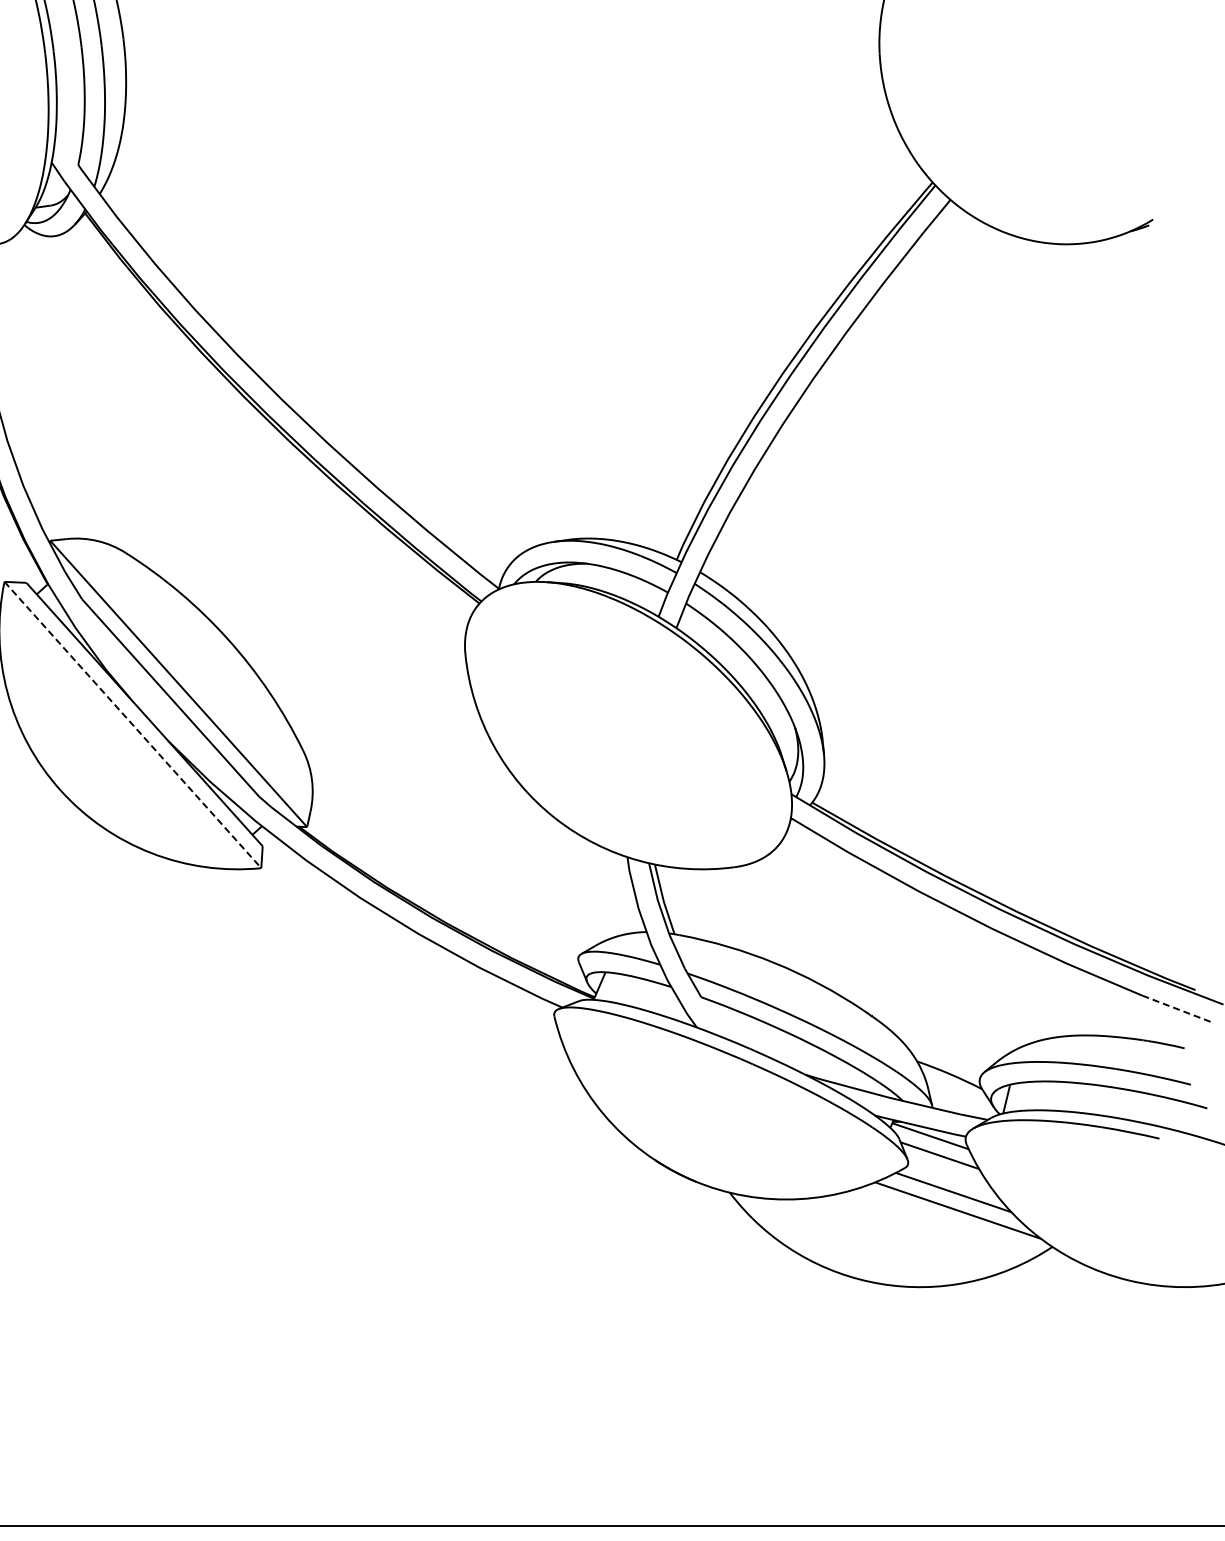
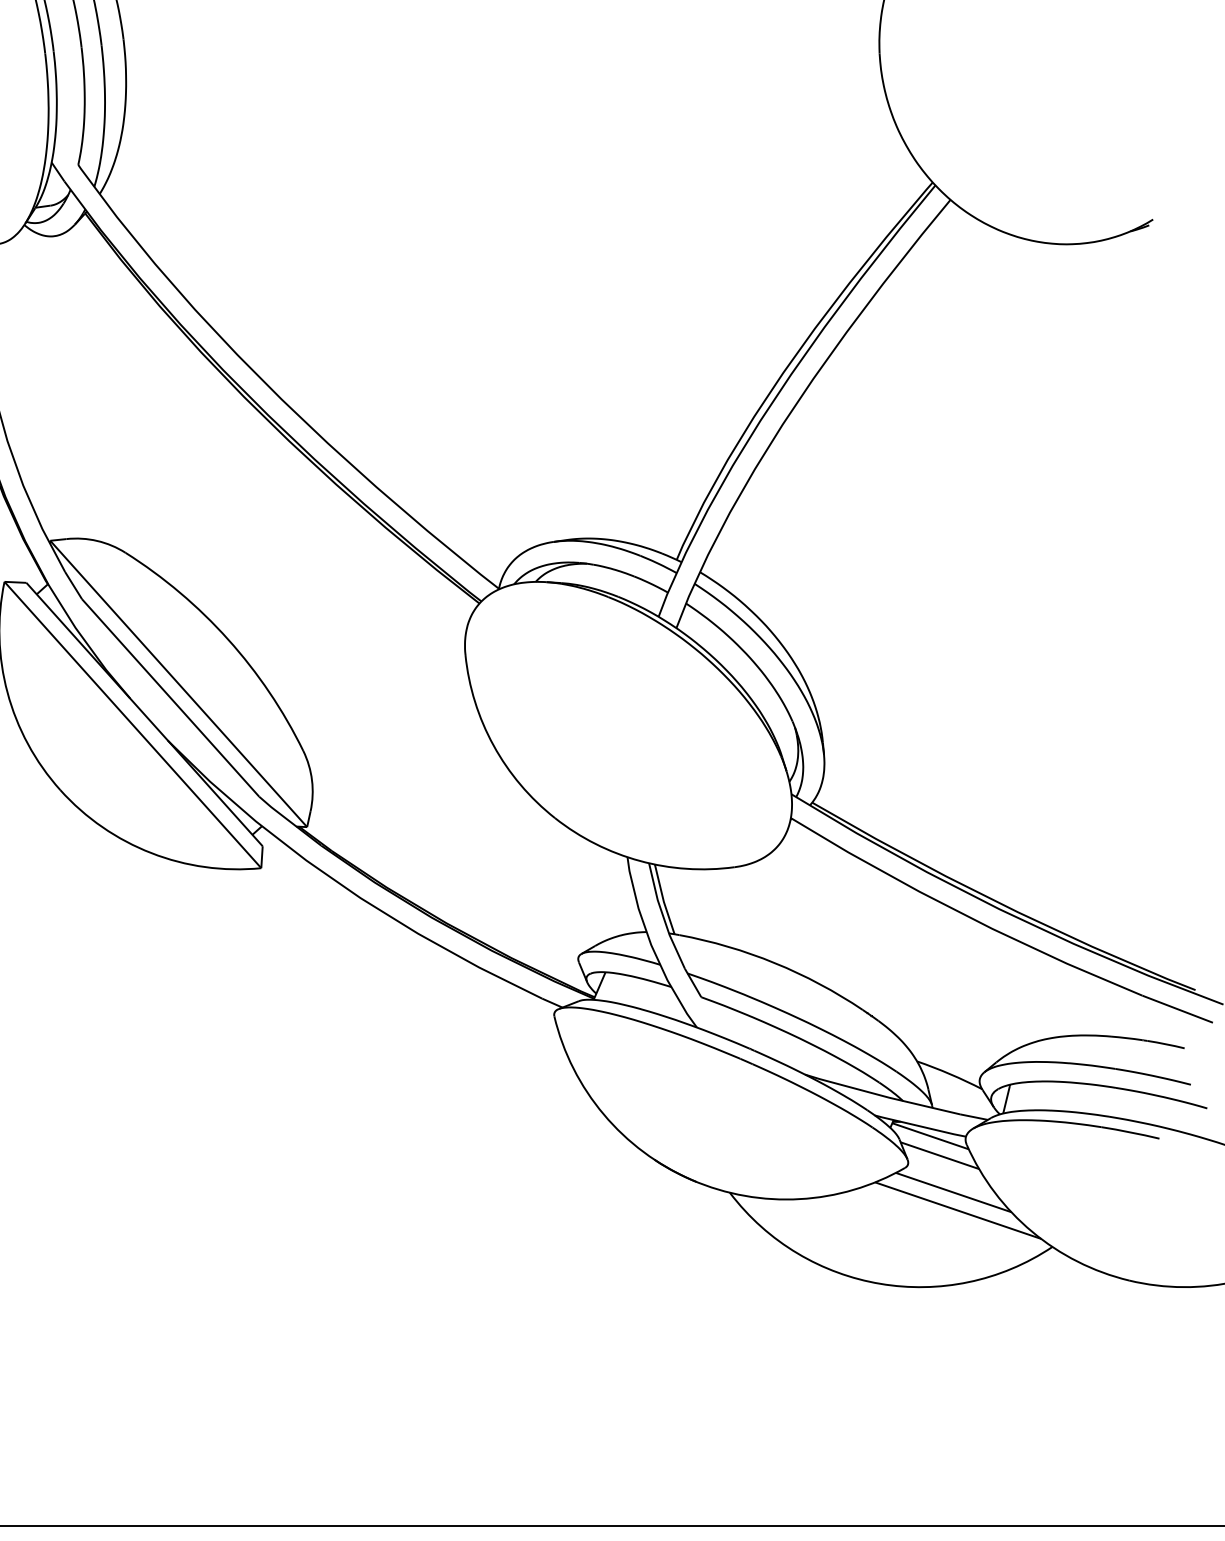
line at (133, 725): dashed -> solid
line at (1177, 1009): dashed -> solid
